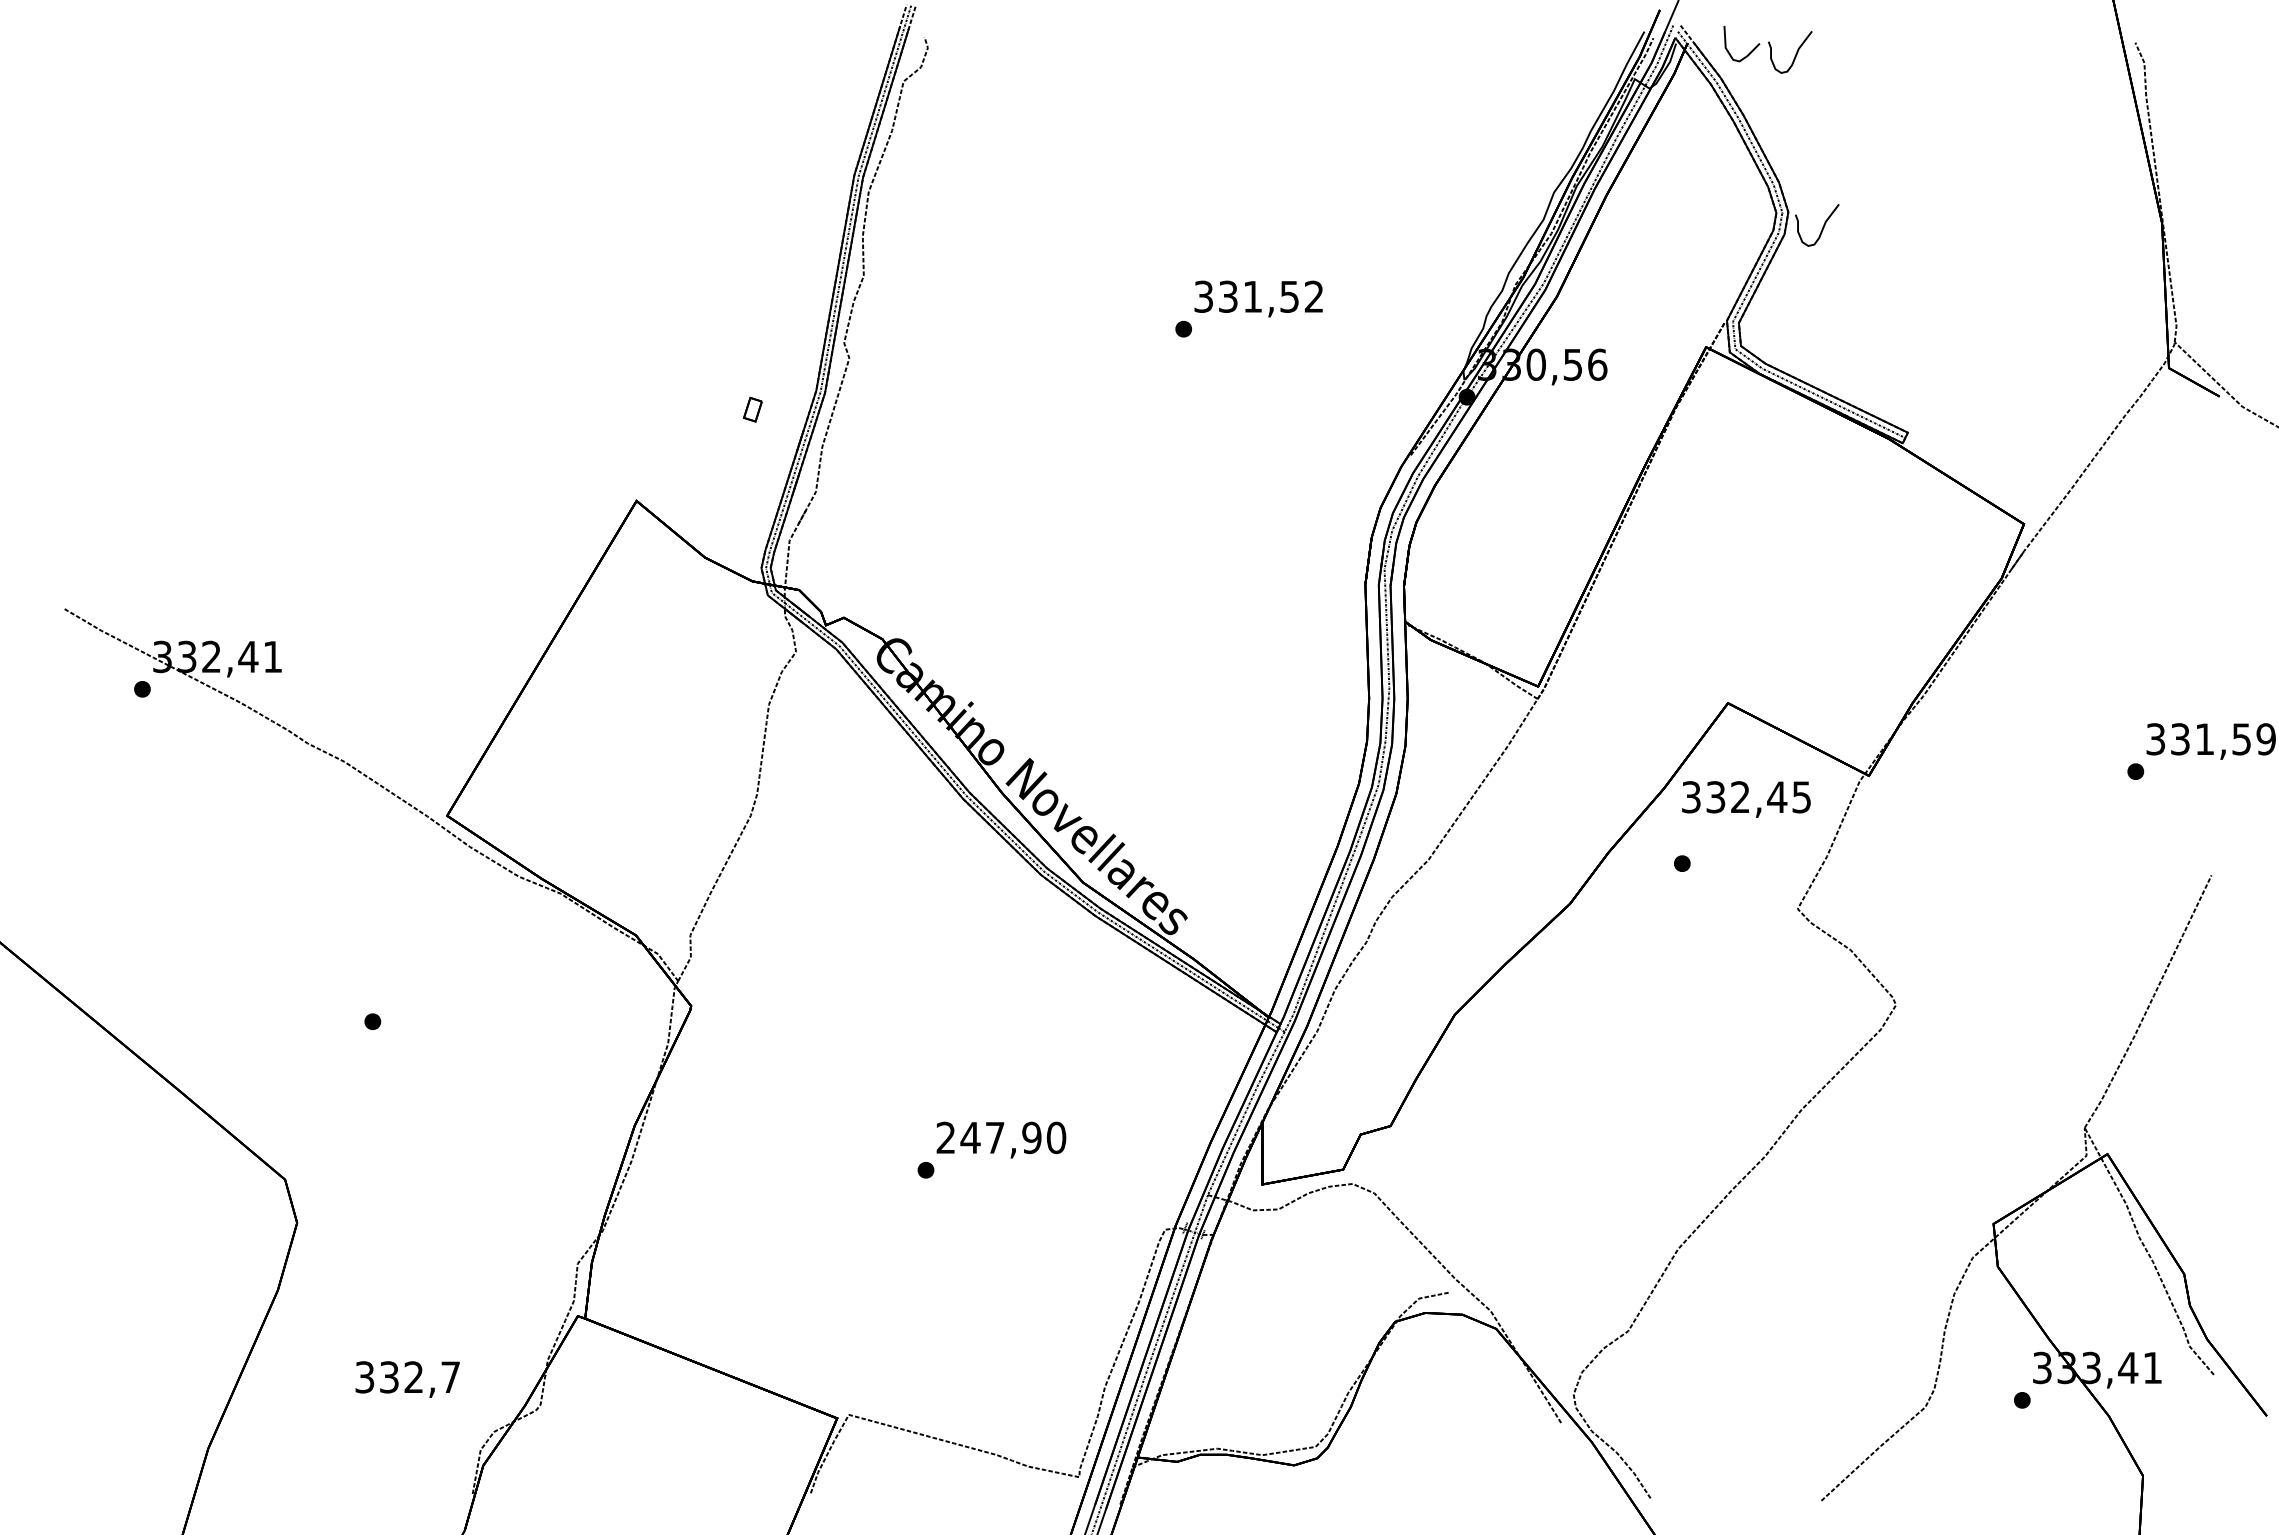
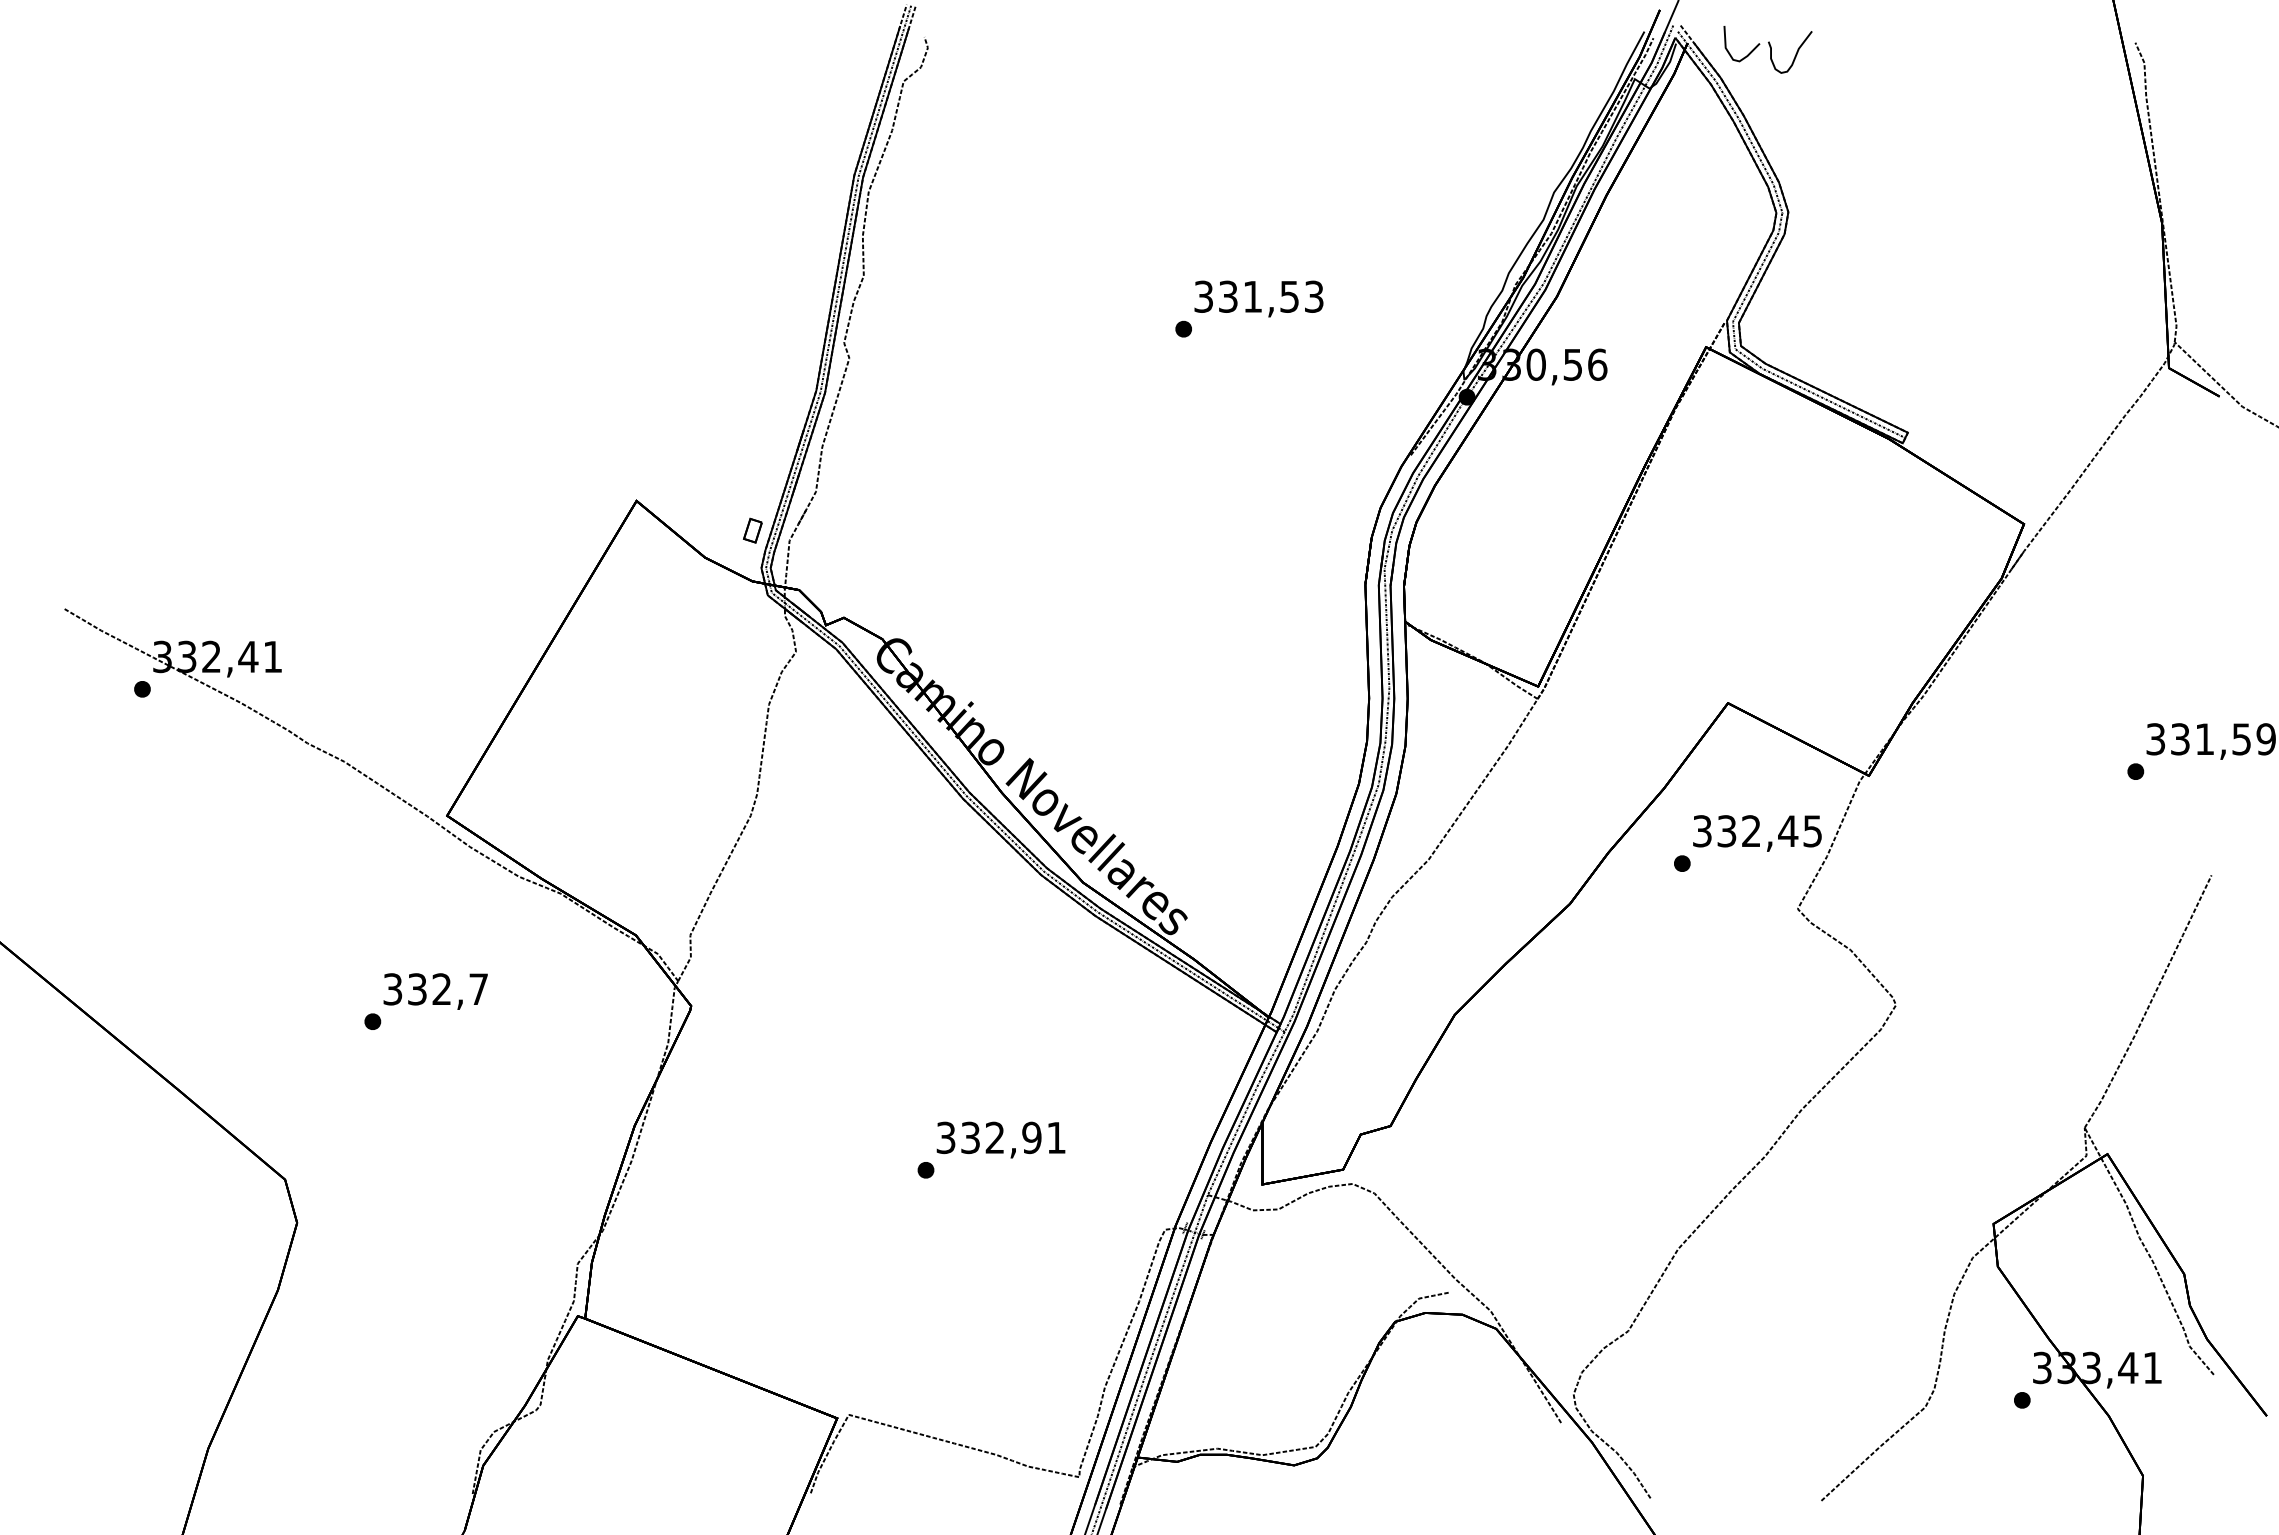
curve at (1822, 226): present -> none
text at (1313, 296): 331,52 -> 331,53
part at (752, 409) position: (752, 409) -> (752, 530)
text at (1746, 799) position: (1746, 799) -> (1757, 833)
text at (1001, 1137): 247,90 -> 332,91
text at (407, 1379) position: (407, 1379) -> (435, 991)
